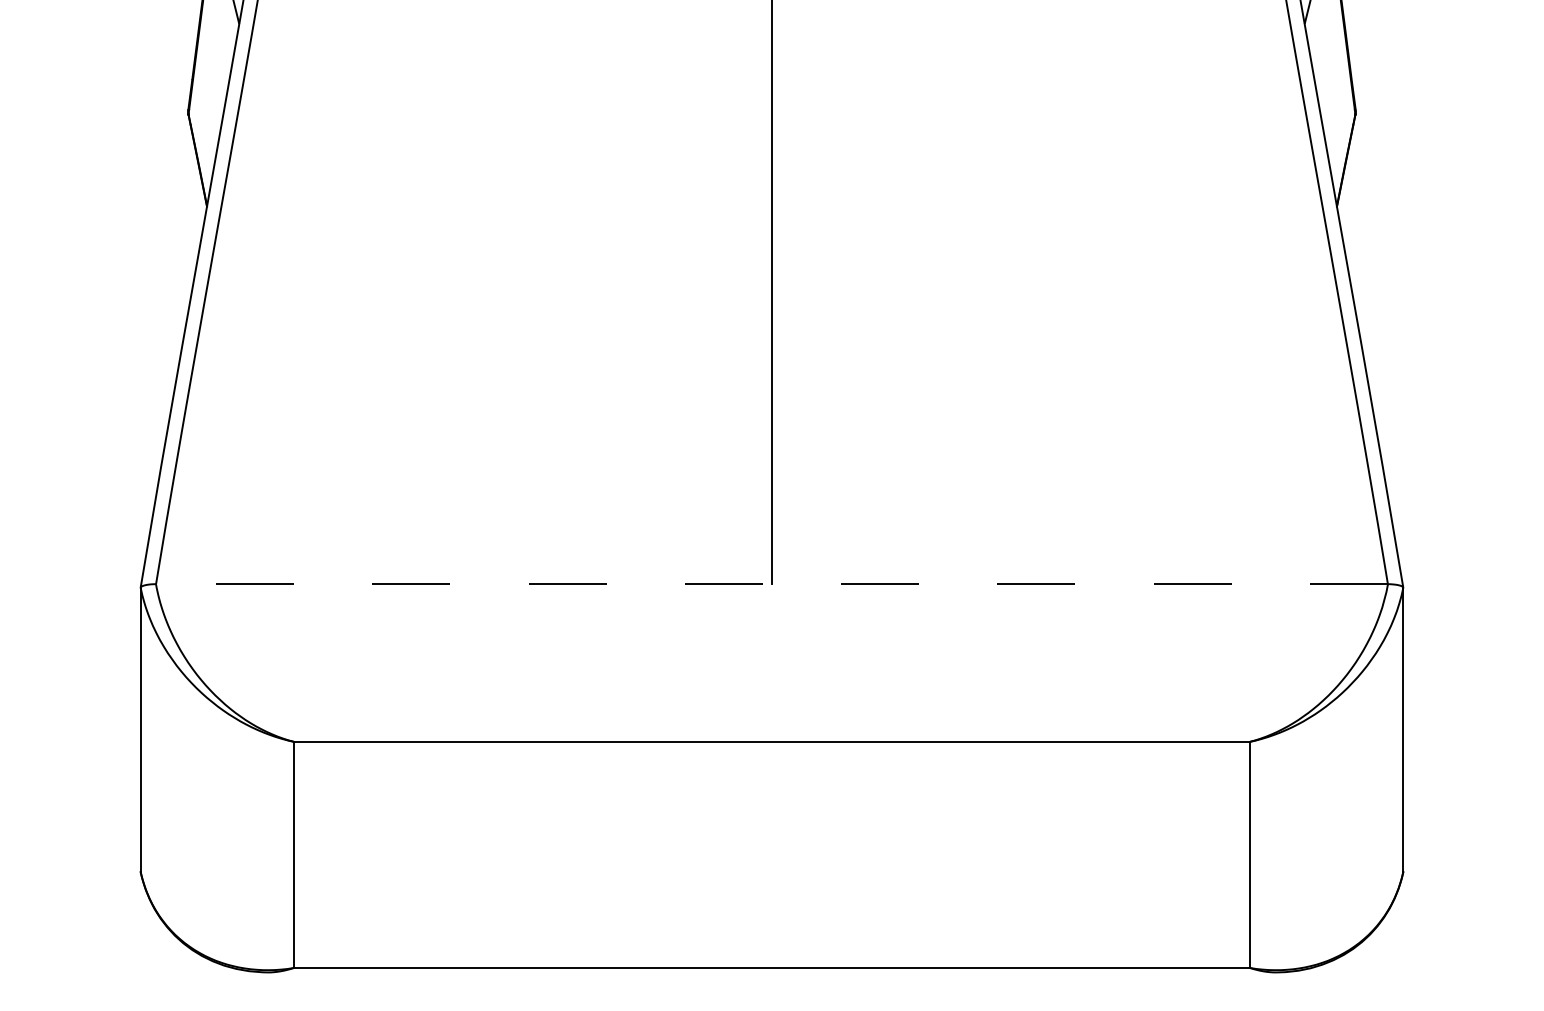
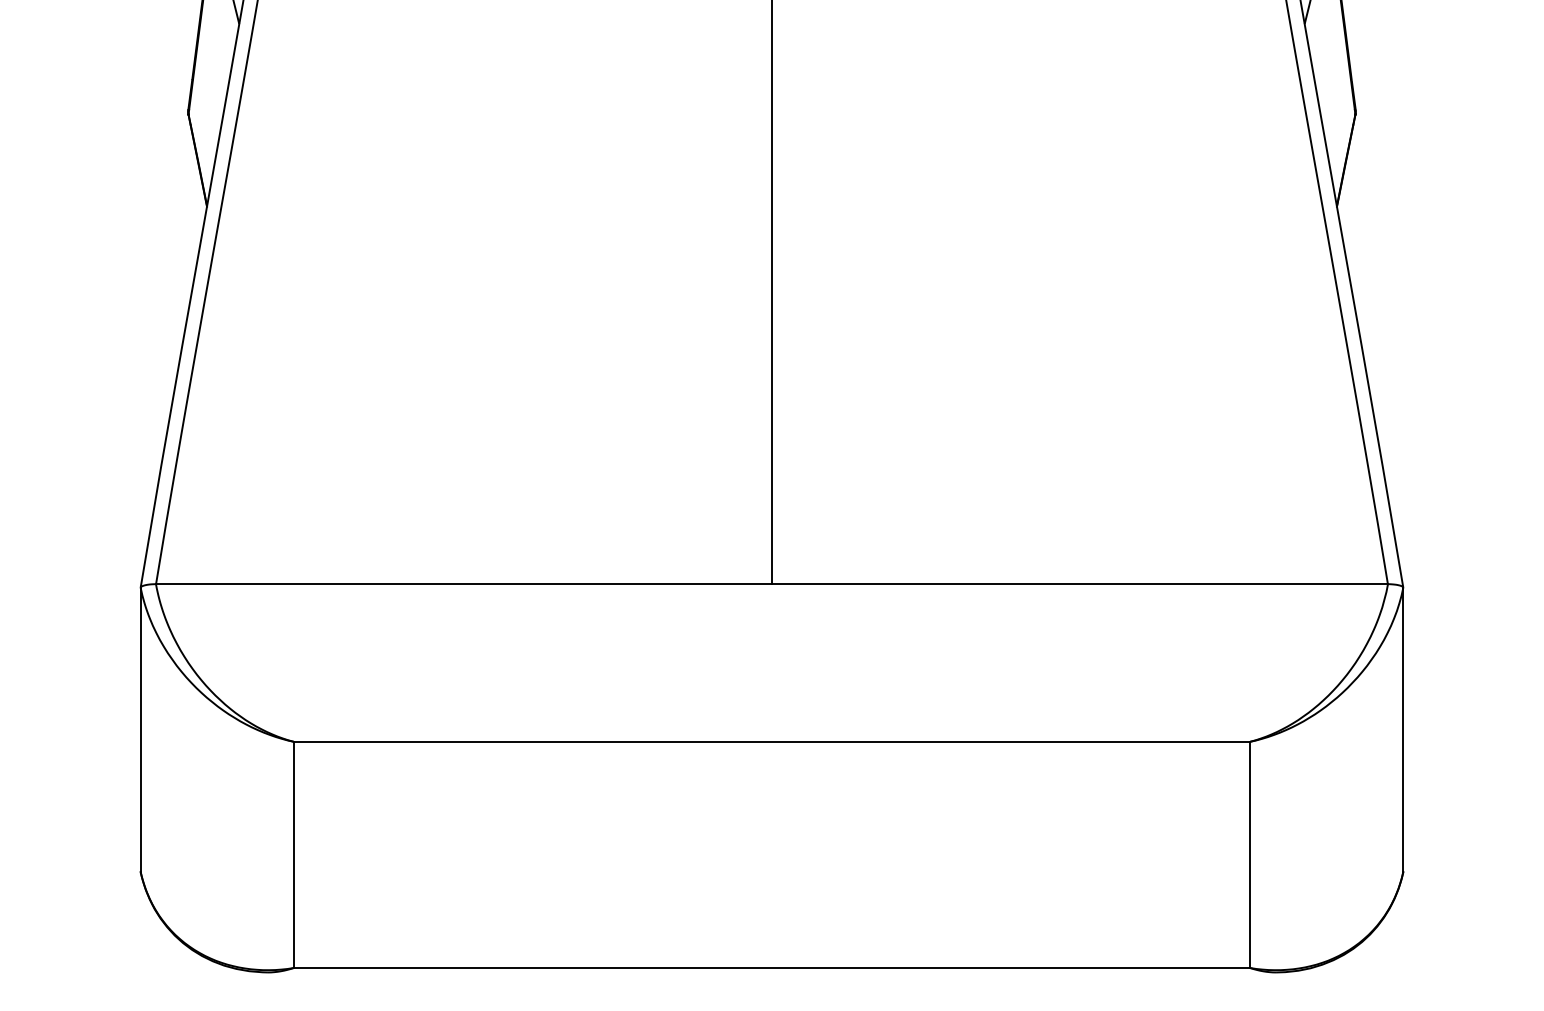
line at (771, 584): dashed -> solid
